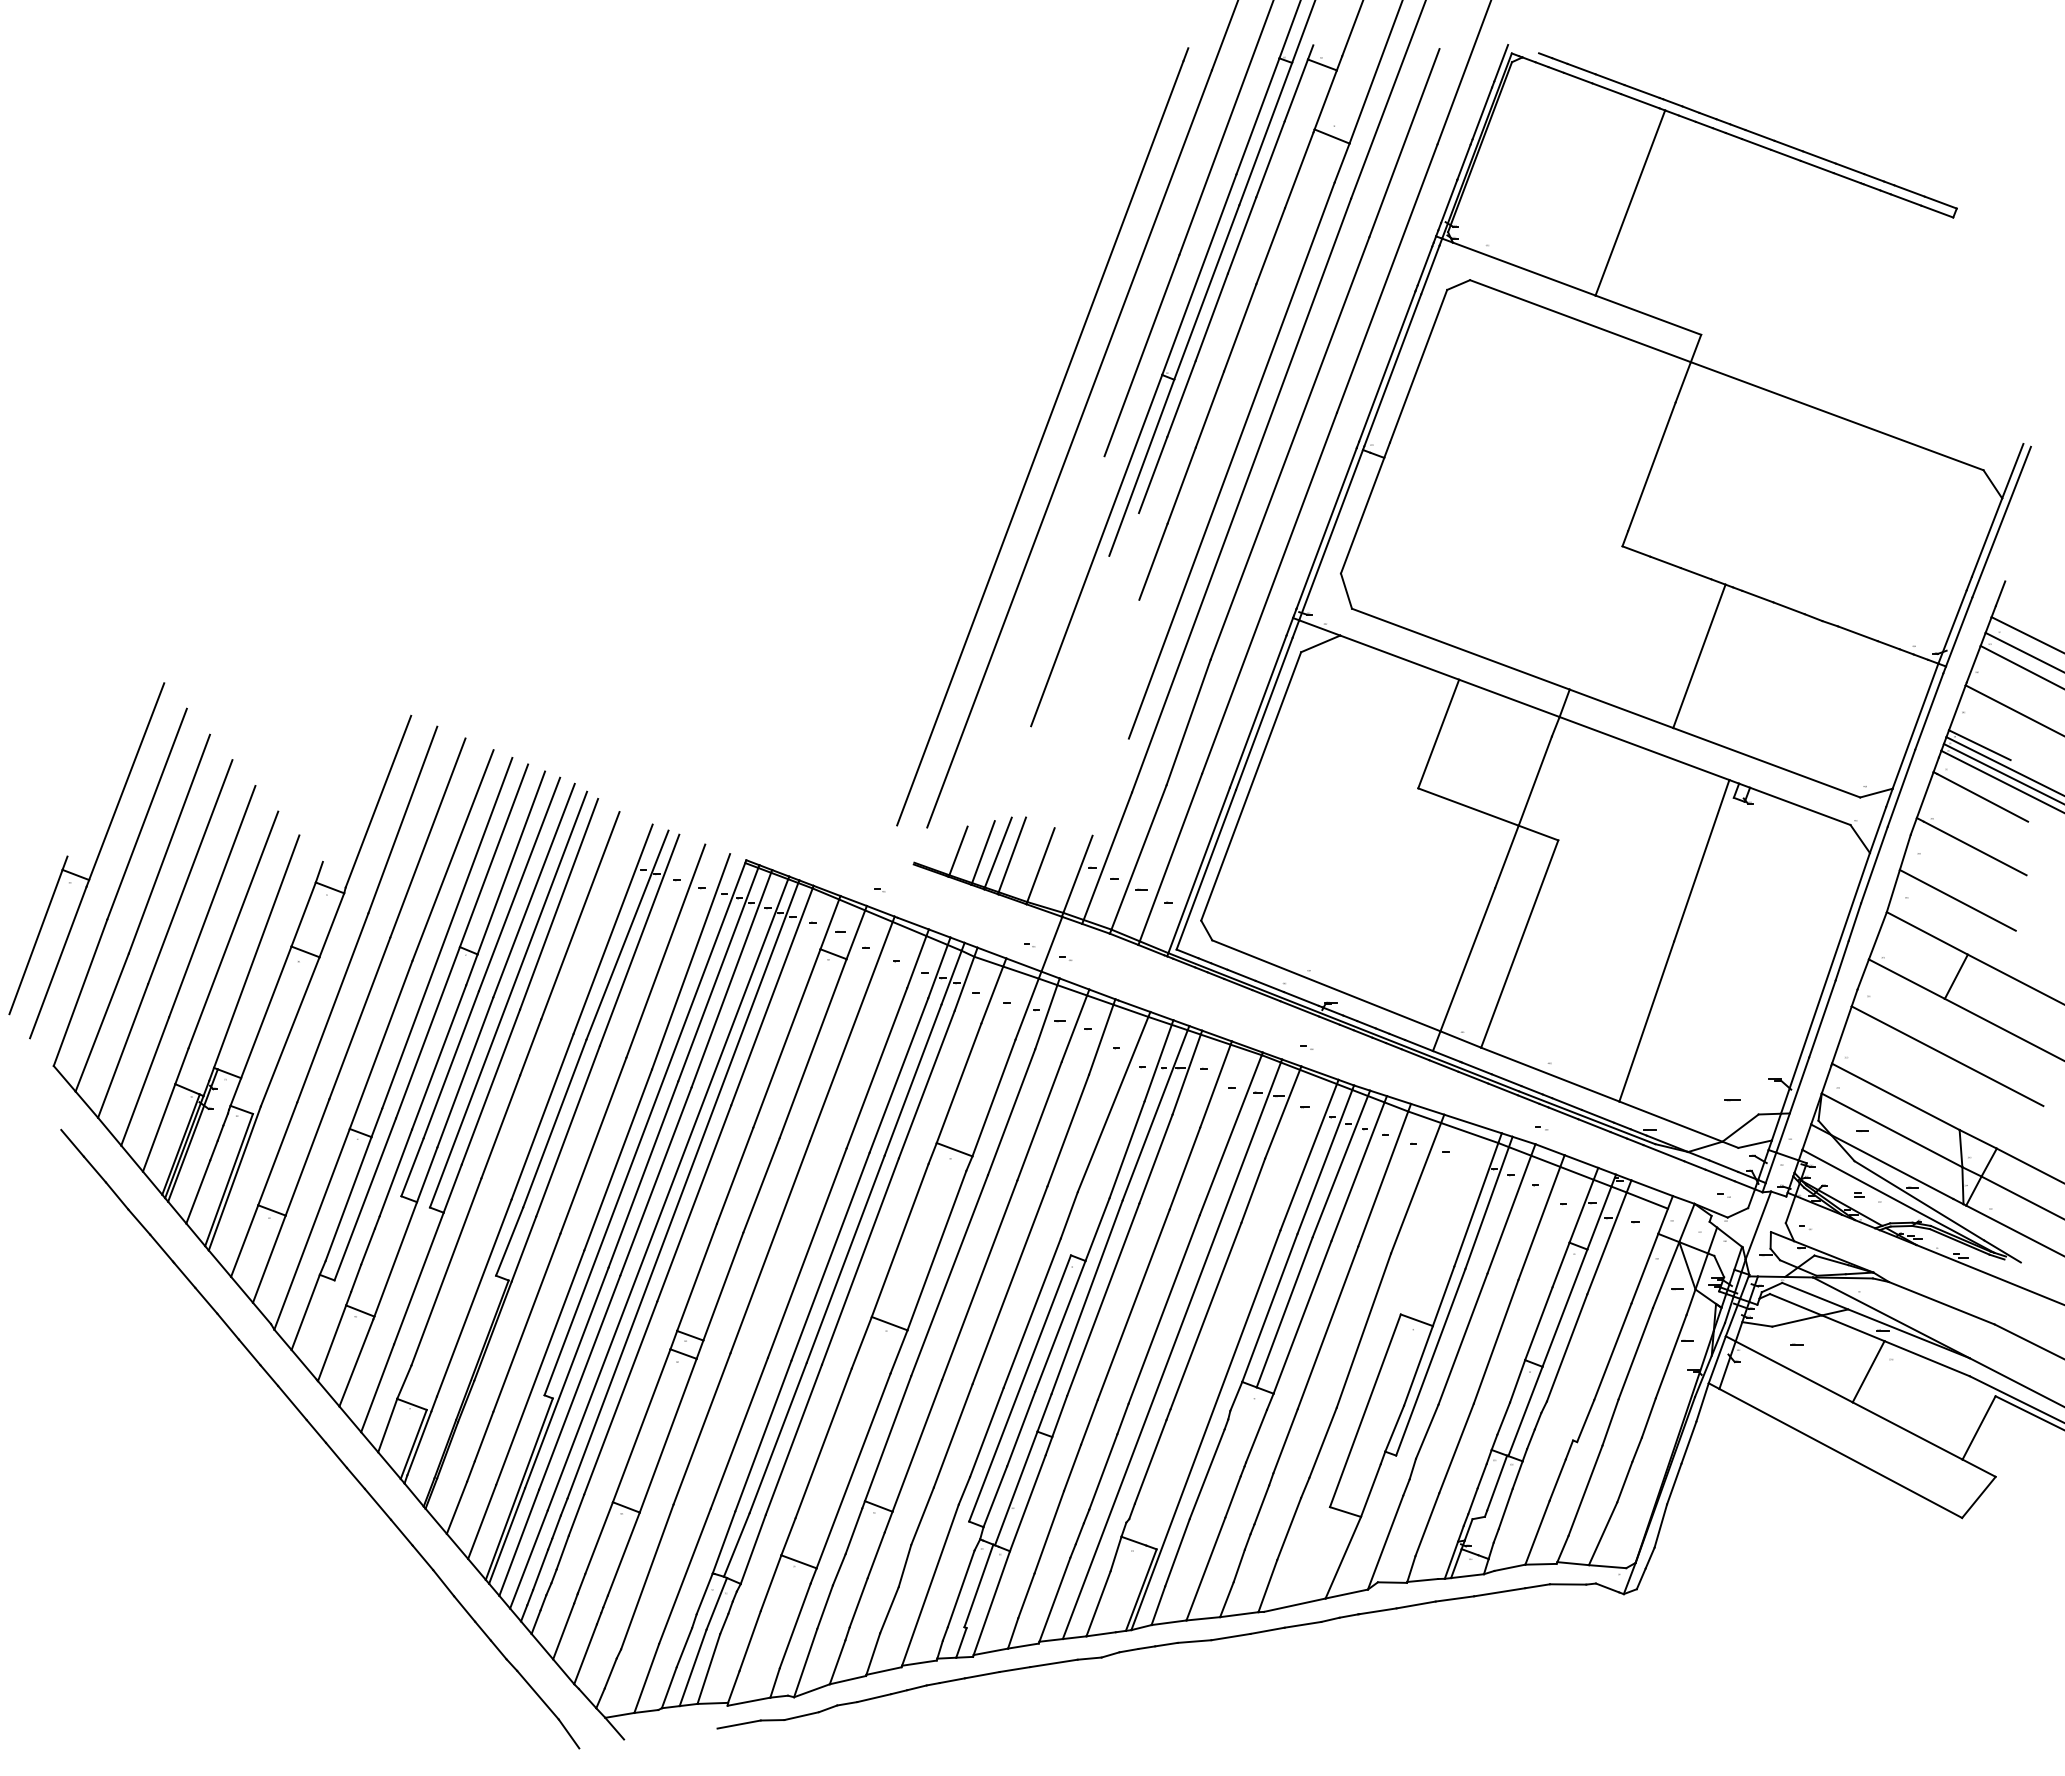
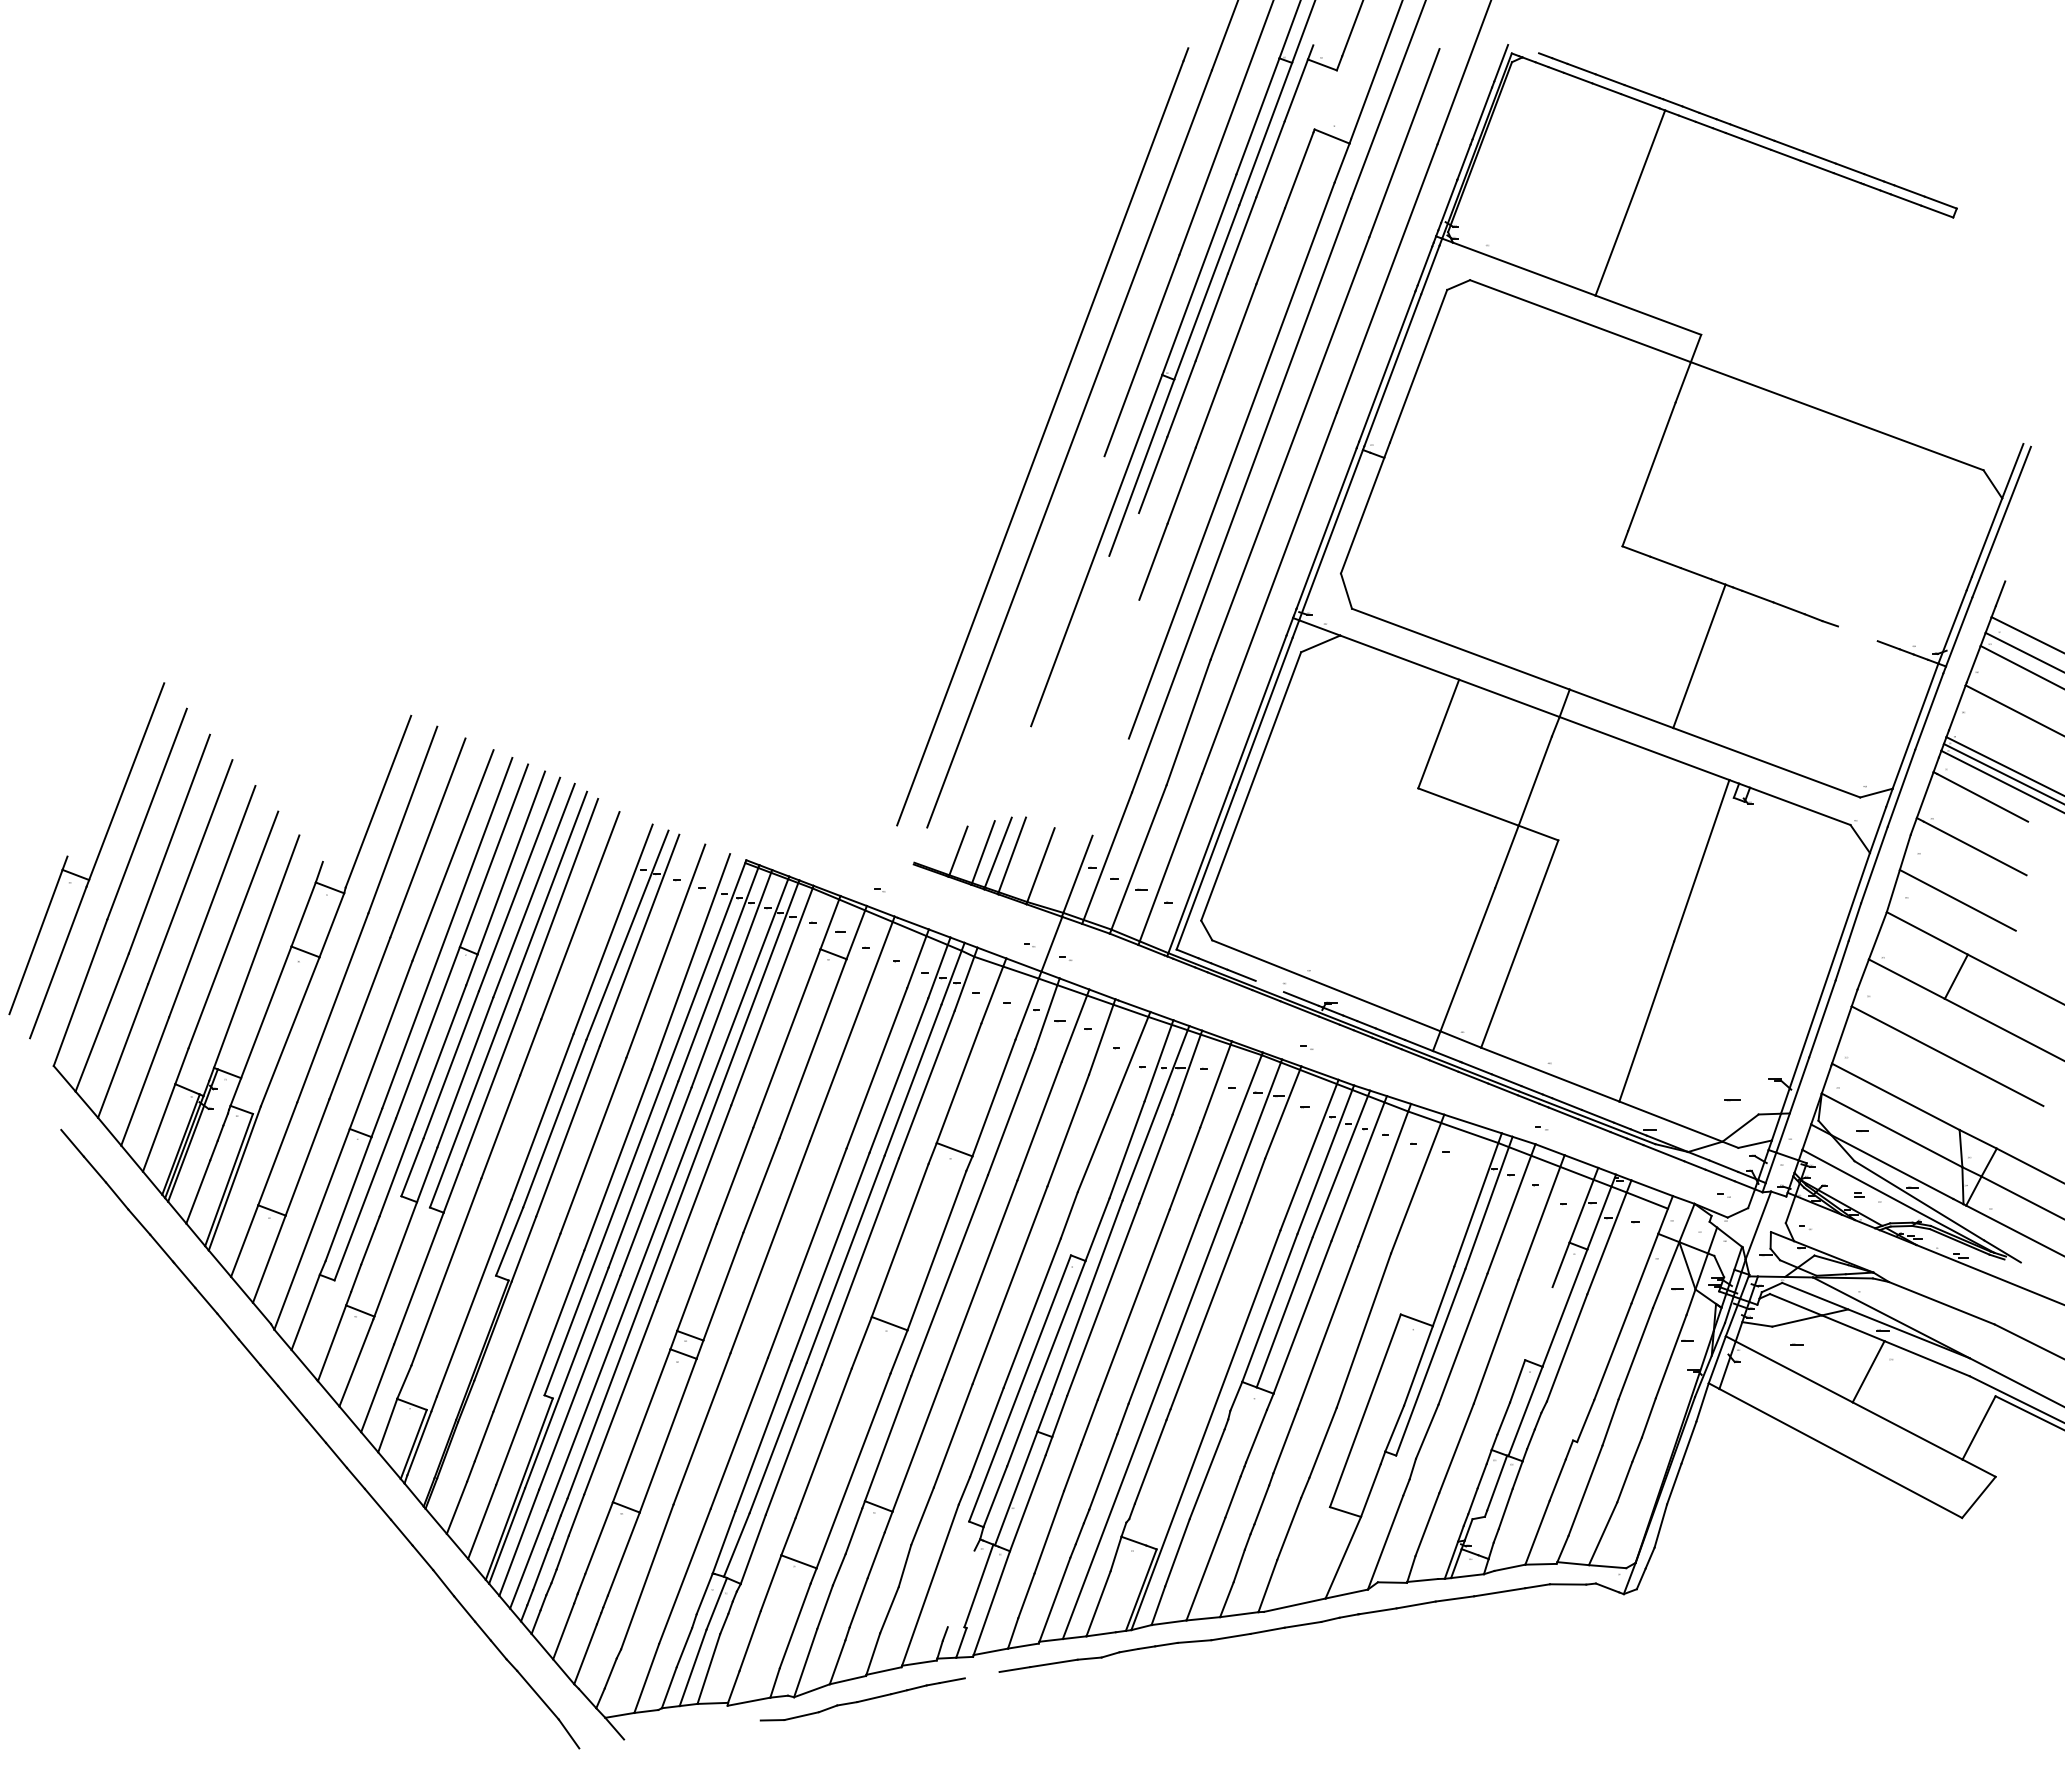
line at (1325, 99): present -> none
line at (1857, 633): present -> none
line at (1979, 745): present -> none
line at (1269, 986): present -> none
line at (1538, 1323): present -> none
line at (960, 1588): present -> none
line at (981, 1675): present -> none
line at (738, 1724): present -> none
